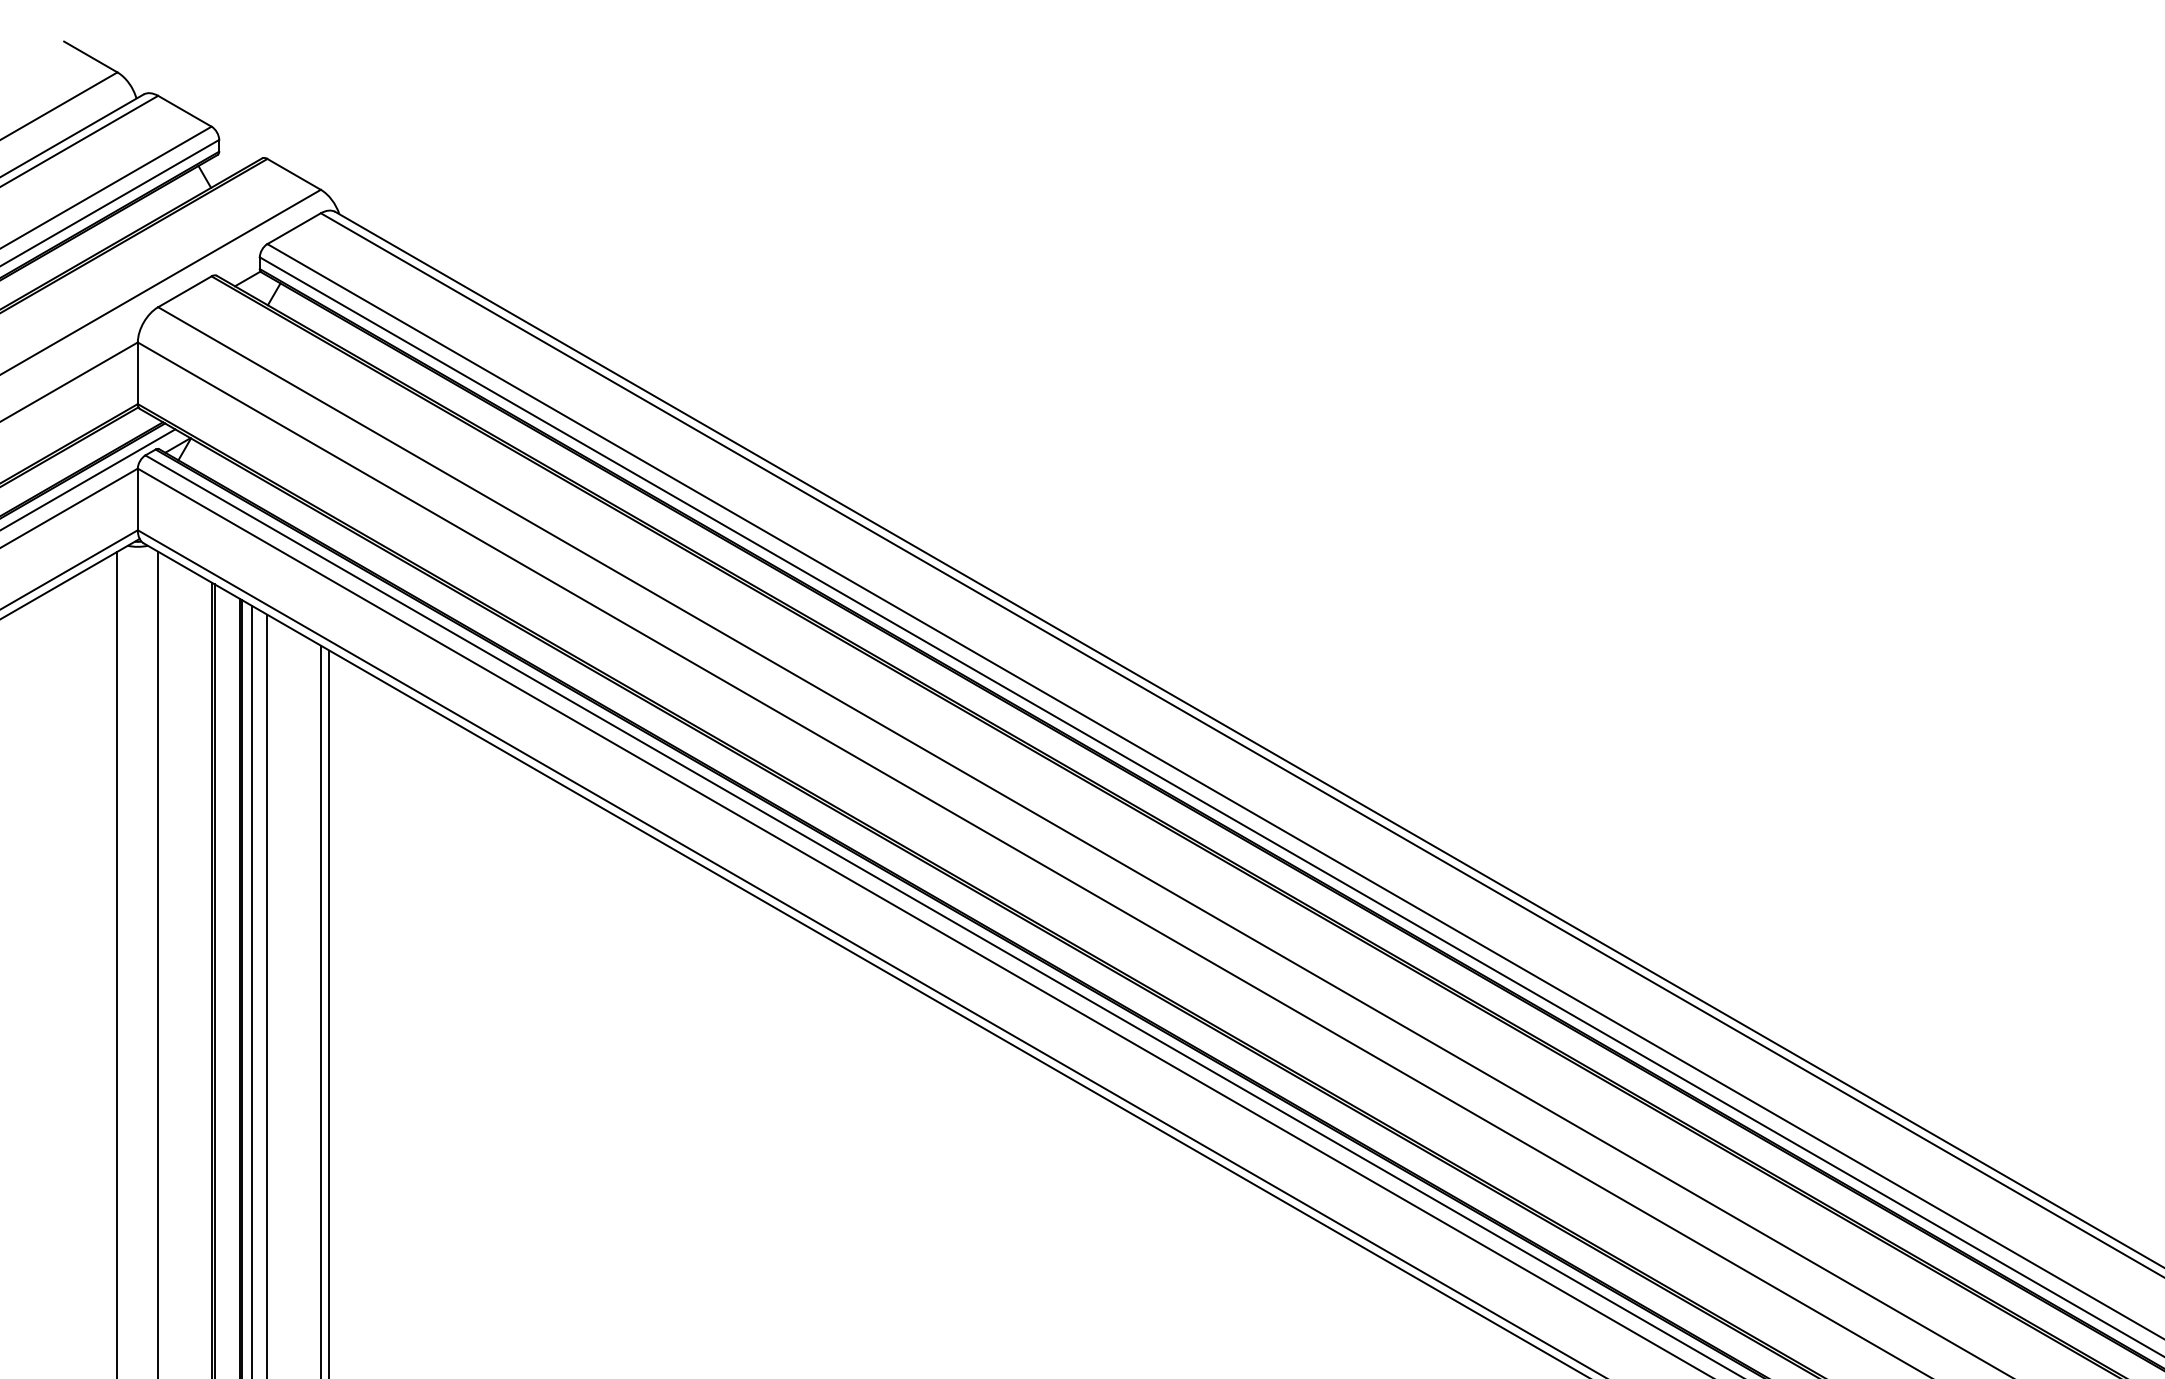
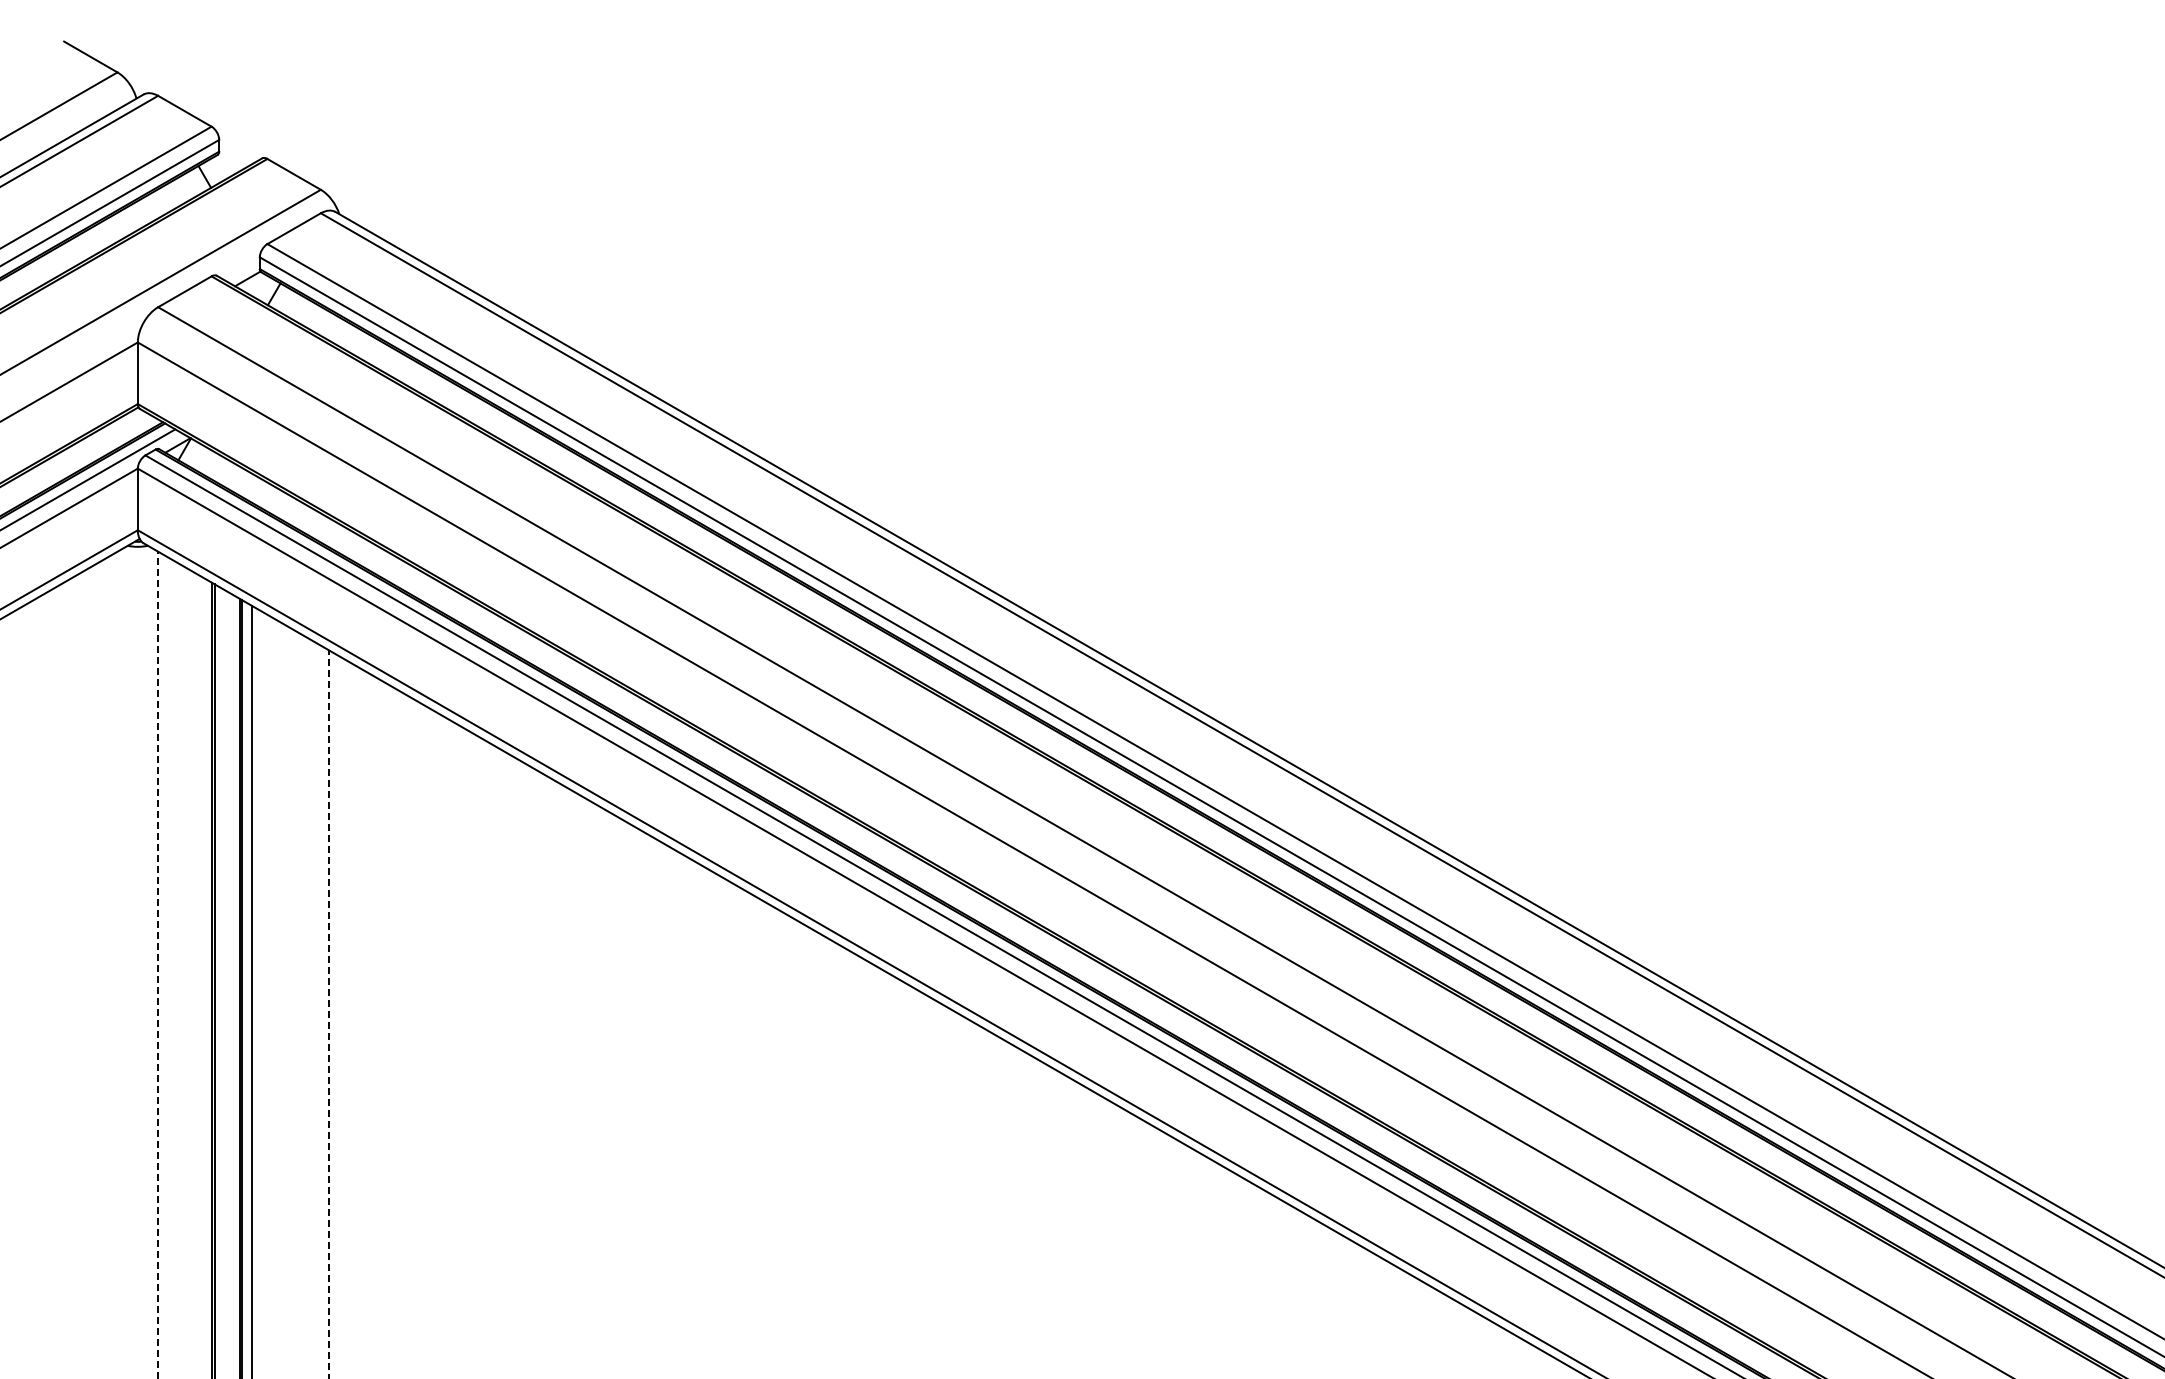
line at (117, 963): present -> none
line at (158, 964): solid -> dashed
line at (267, 994): present -> none
line at (320, 1010): present -> none
line at (329, 1014): solid -> dashed
